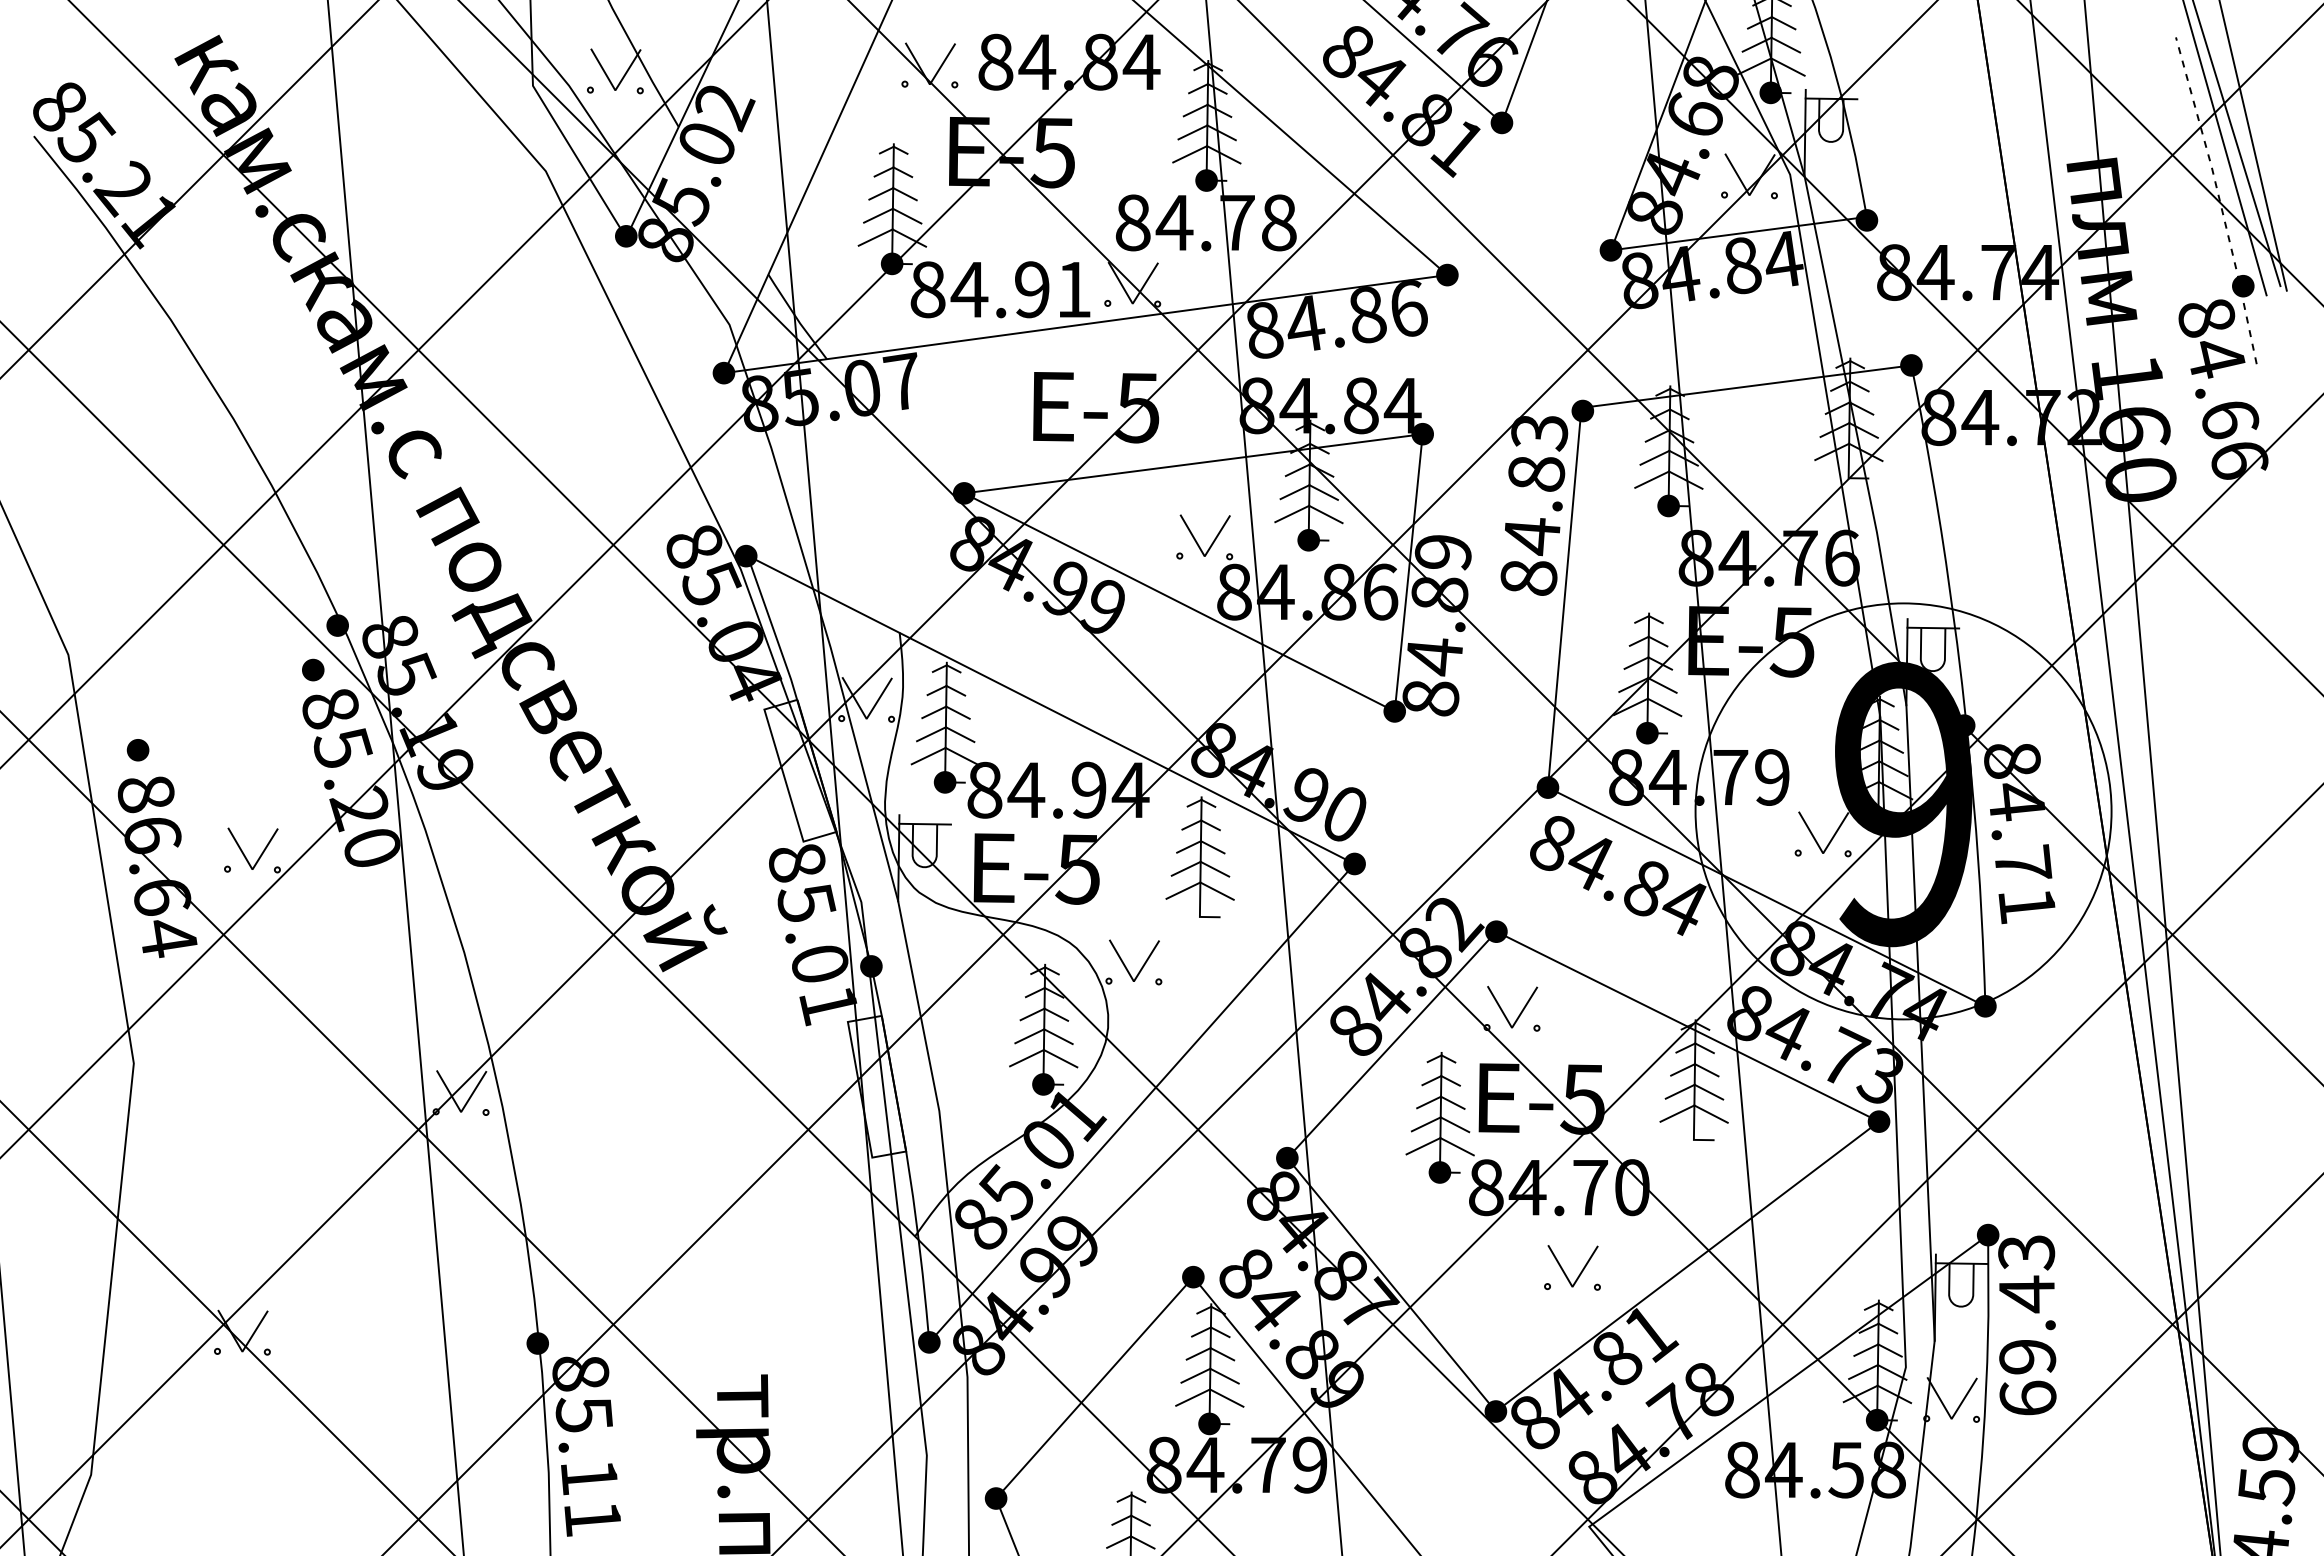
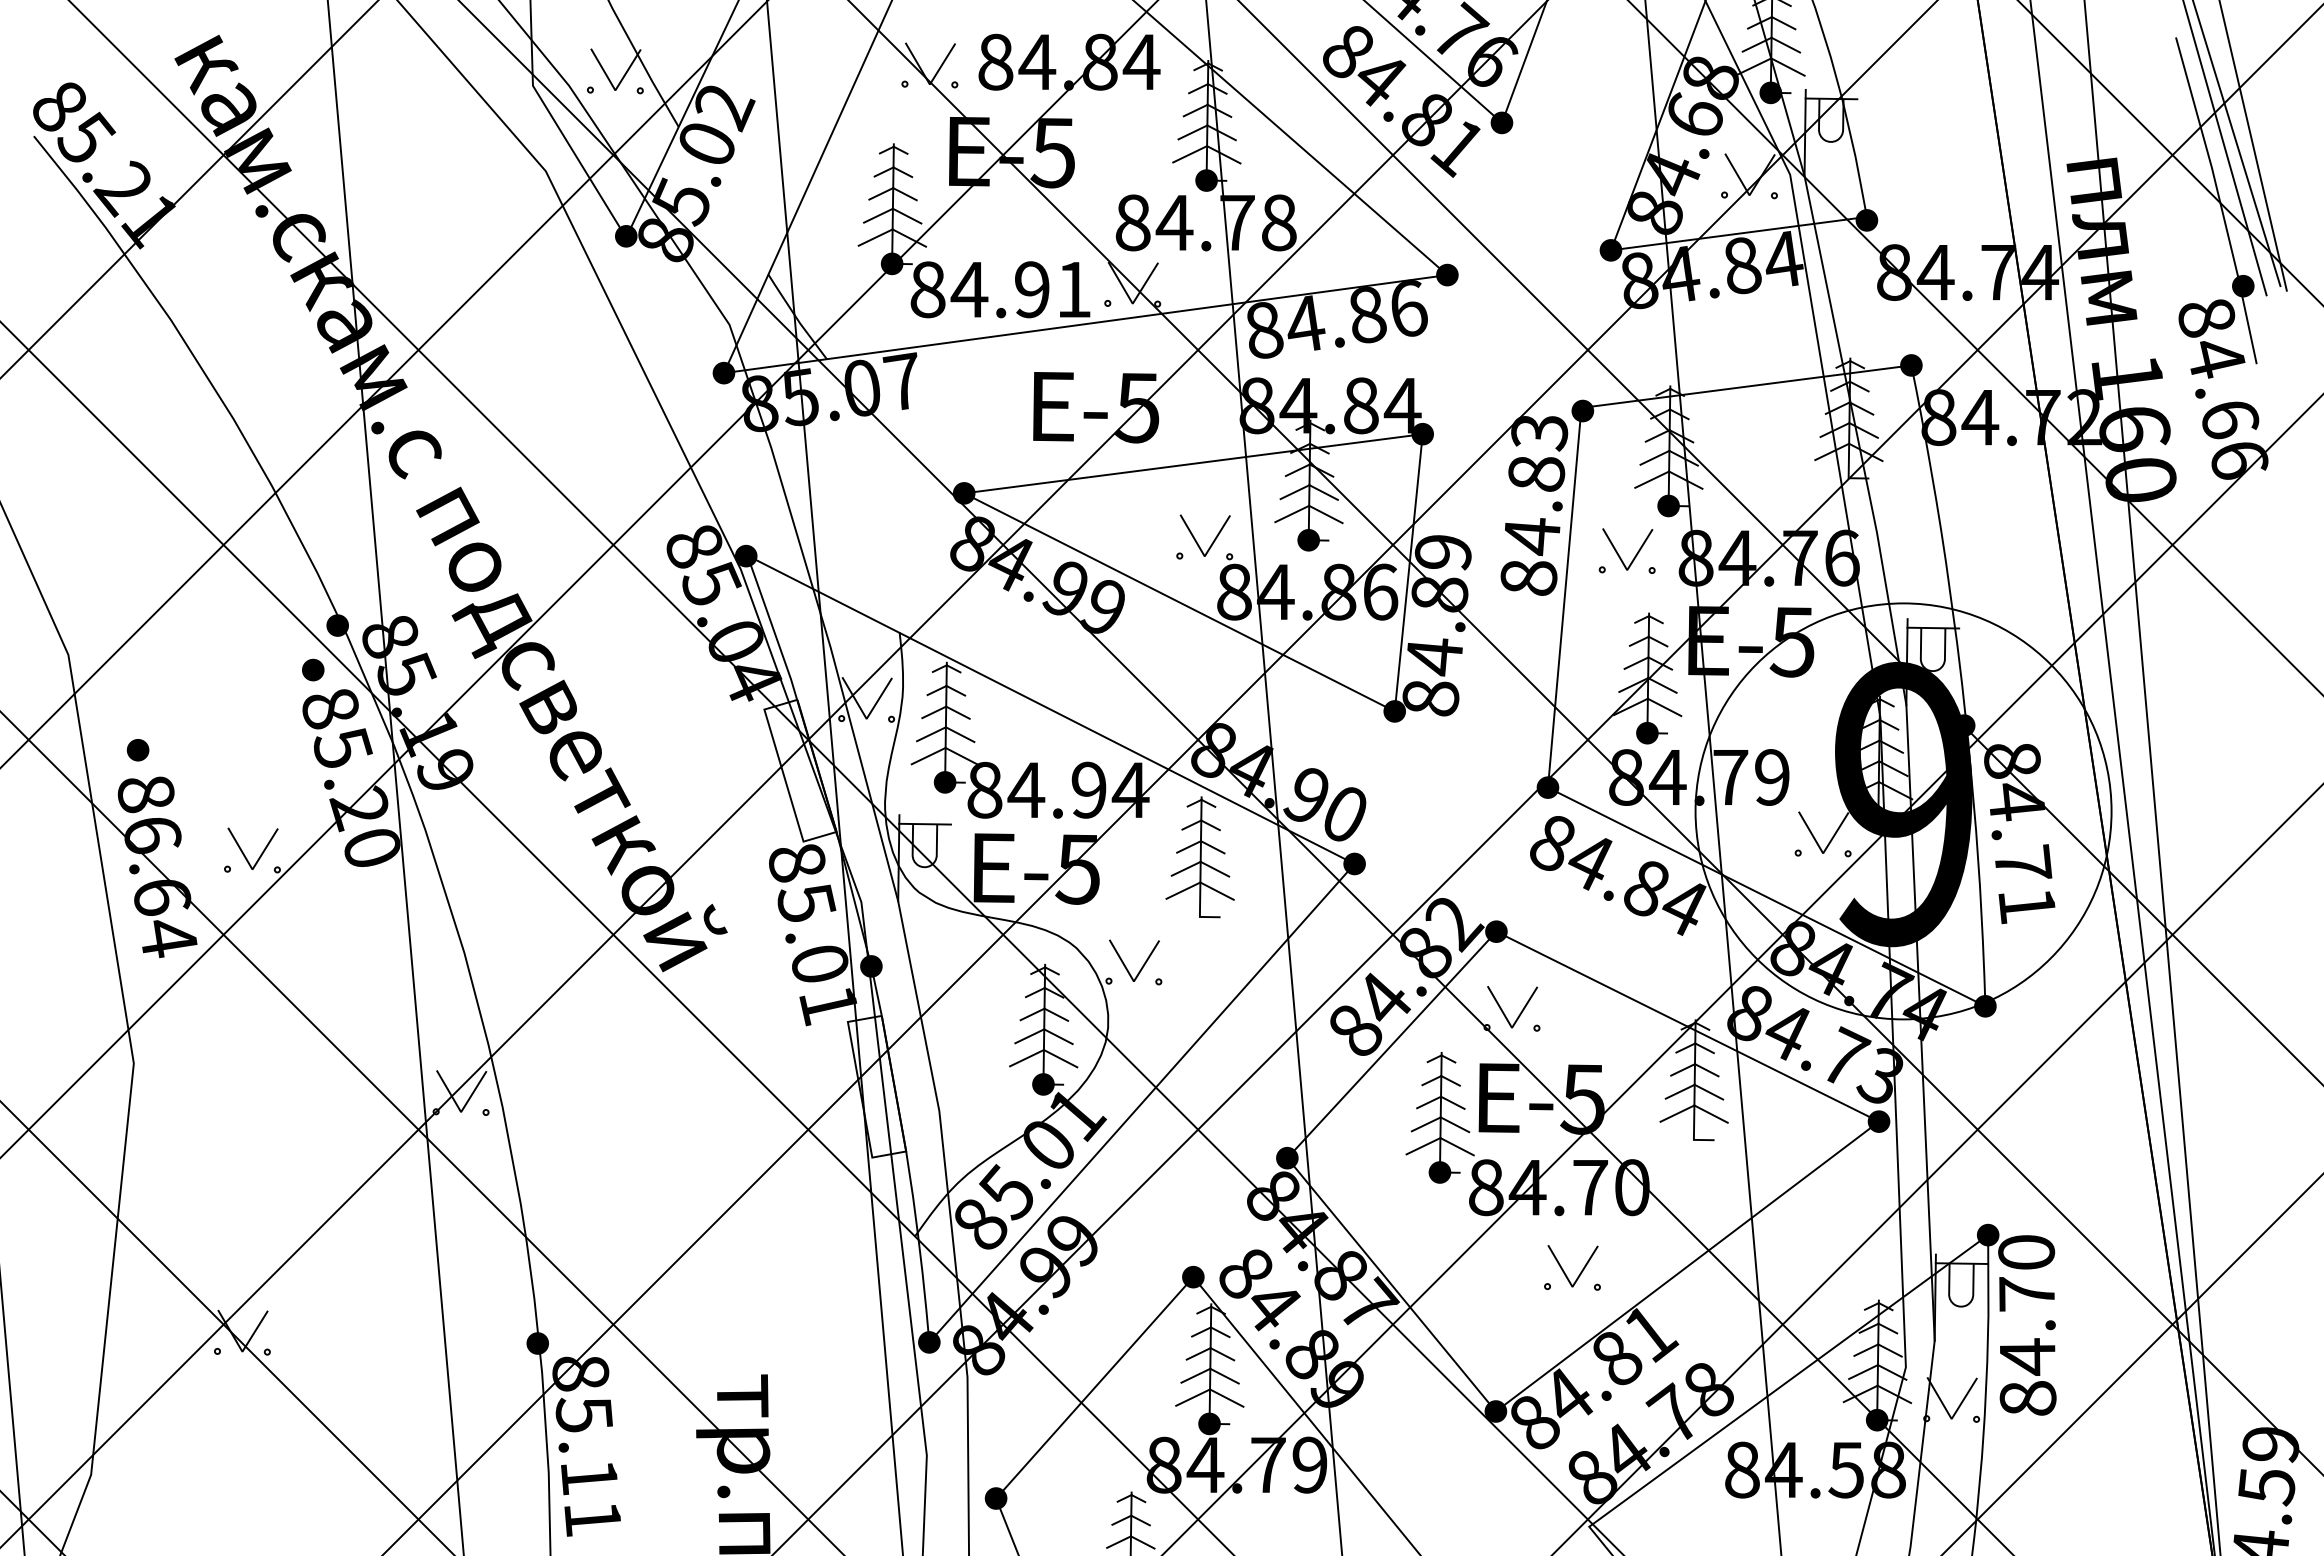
line at (2219, 199): dashed -> solid
part at (1619, 554): none -> present
text at (2027, 1325): 69.43 -> 84.70
